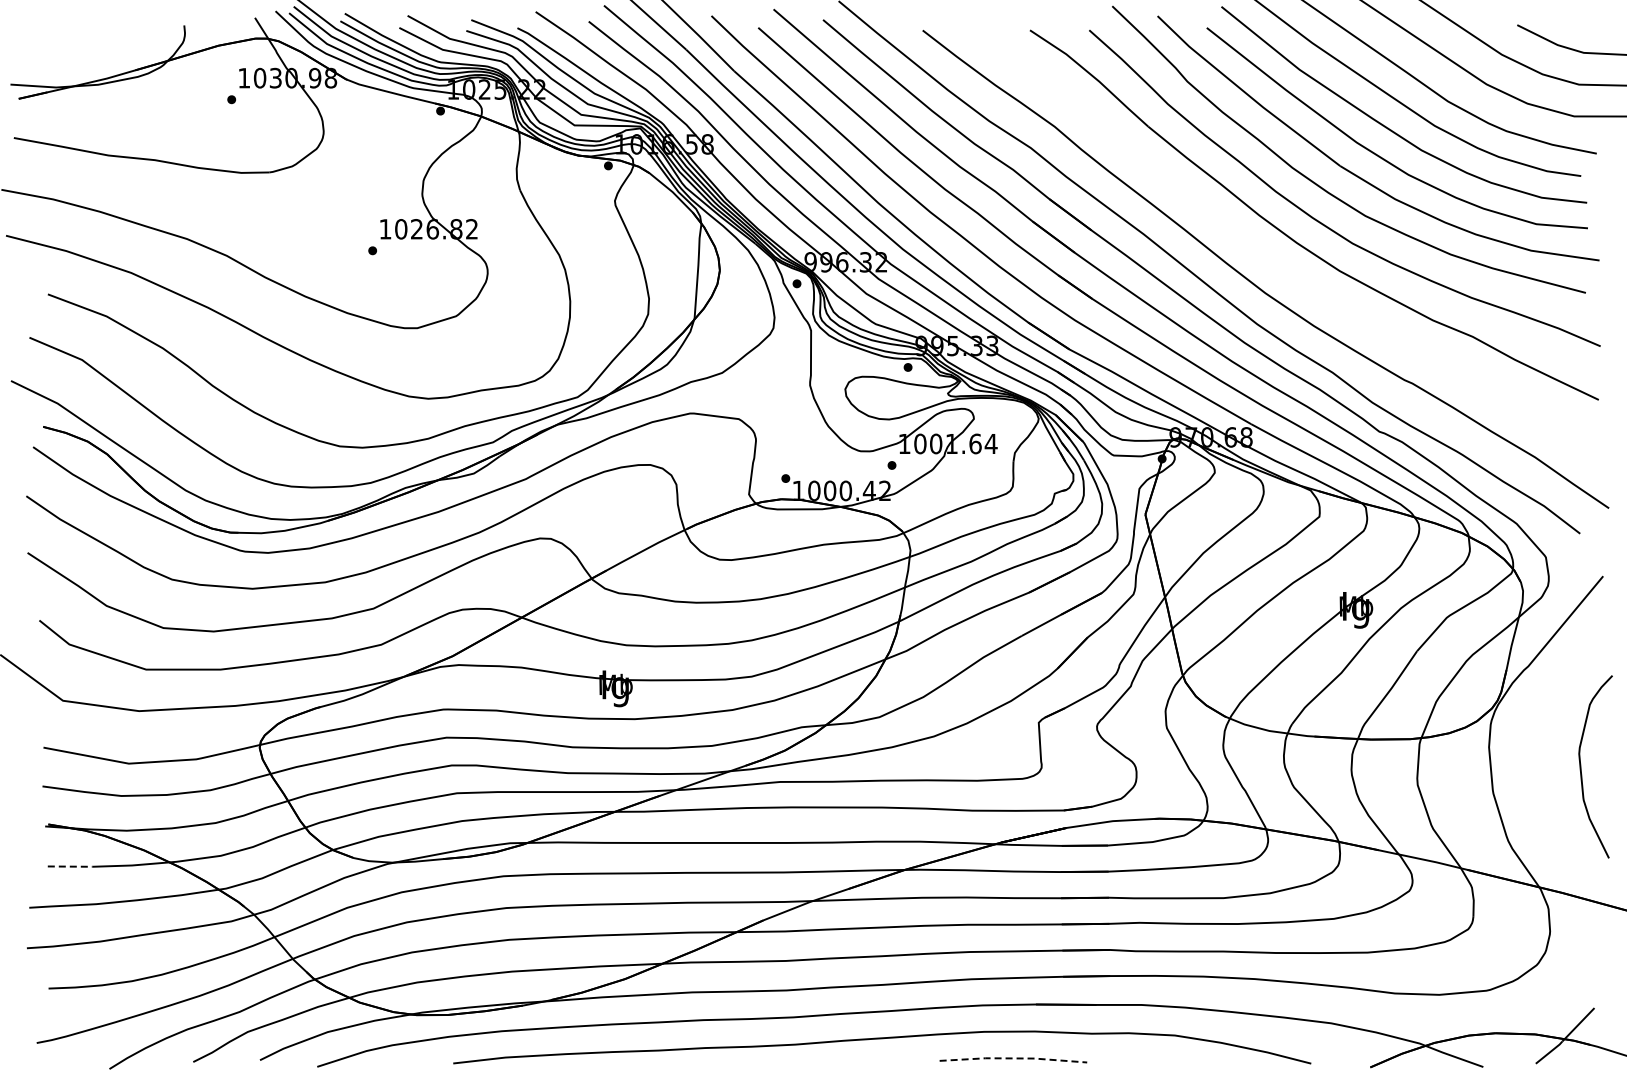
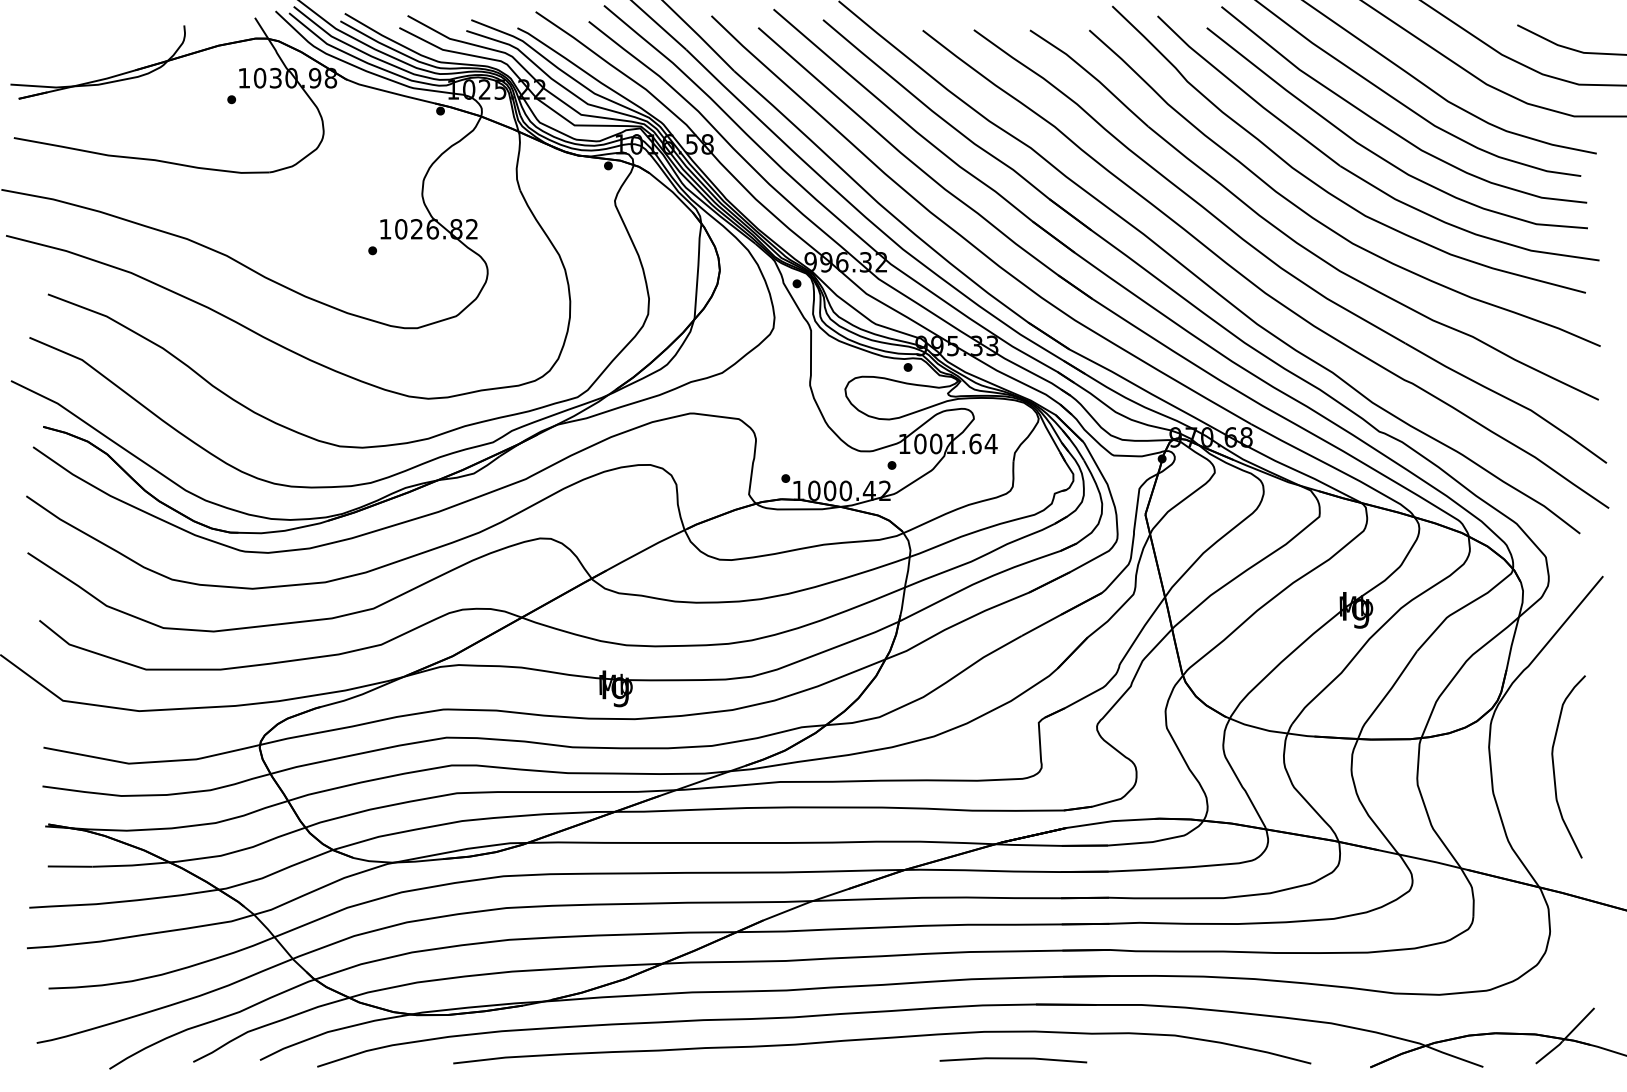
part at (1278, 264): none -> present
curve at (1581, 766) position: (1581, 766) -> (1554, 766)
line at (70, 866): dashed -> solid
line at (1013, 1058): dashed -> solid
